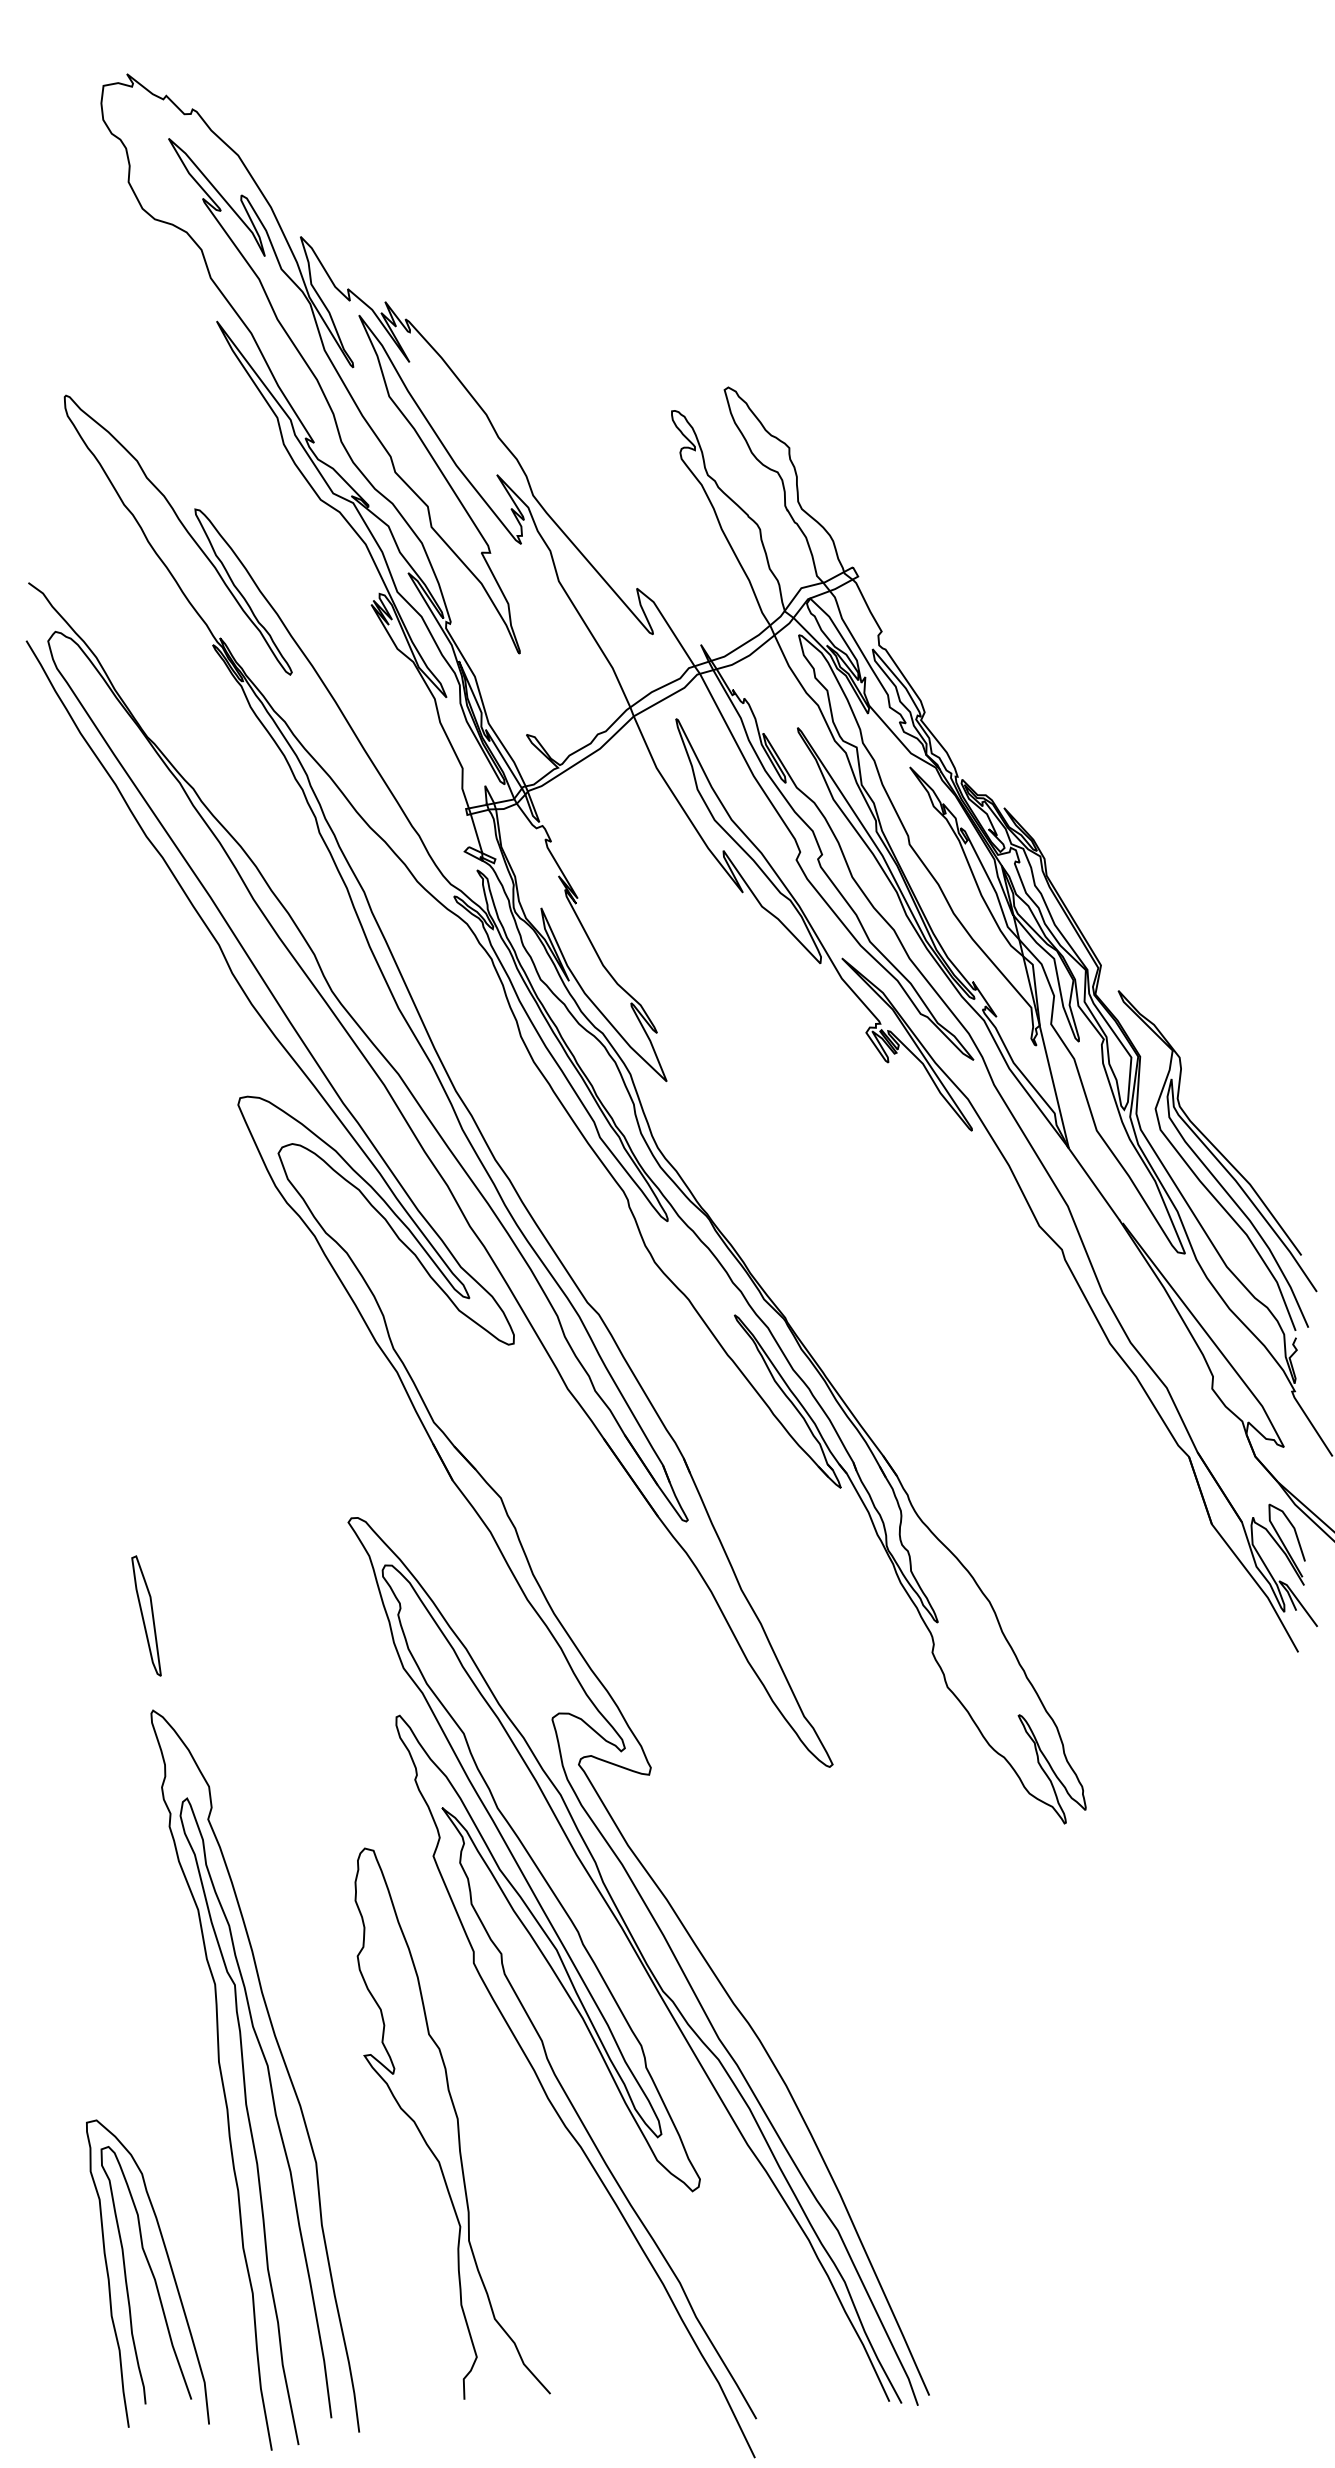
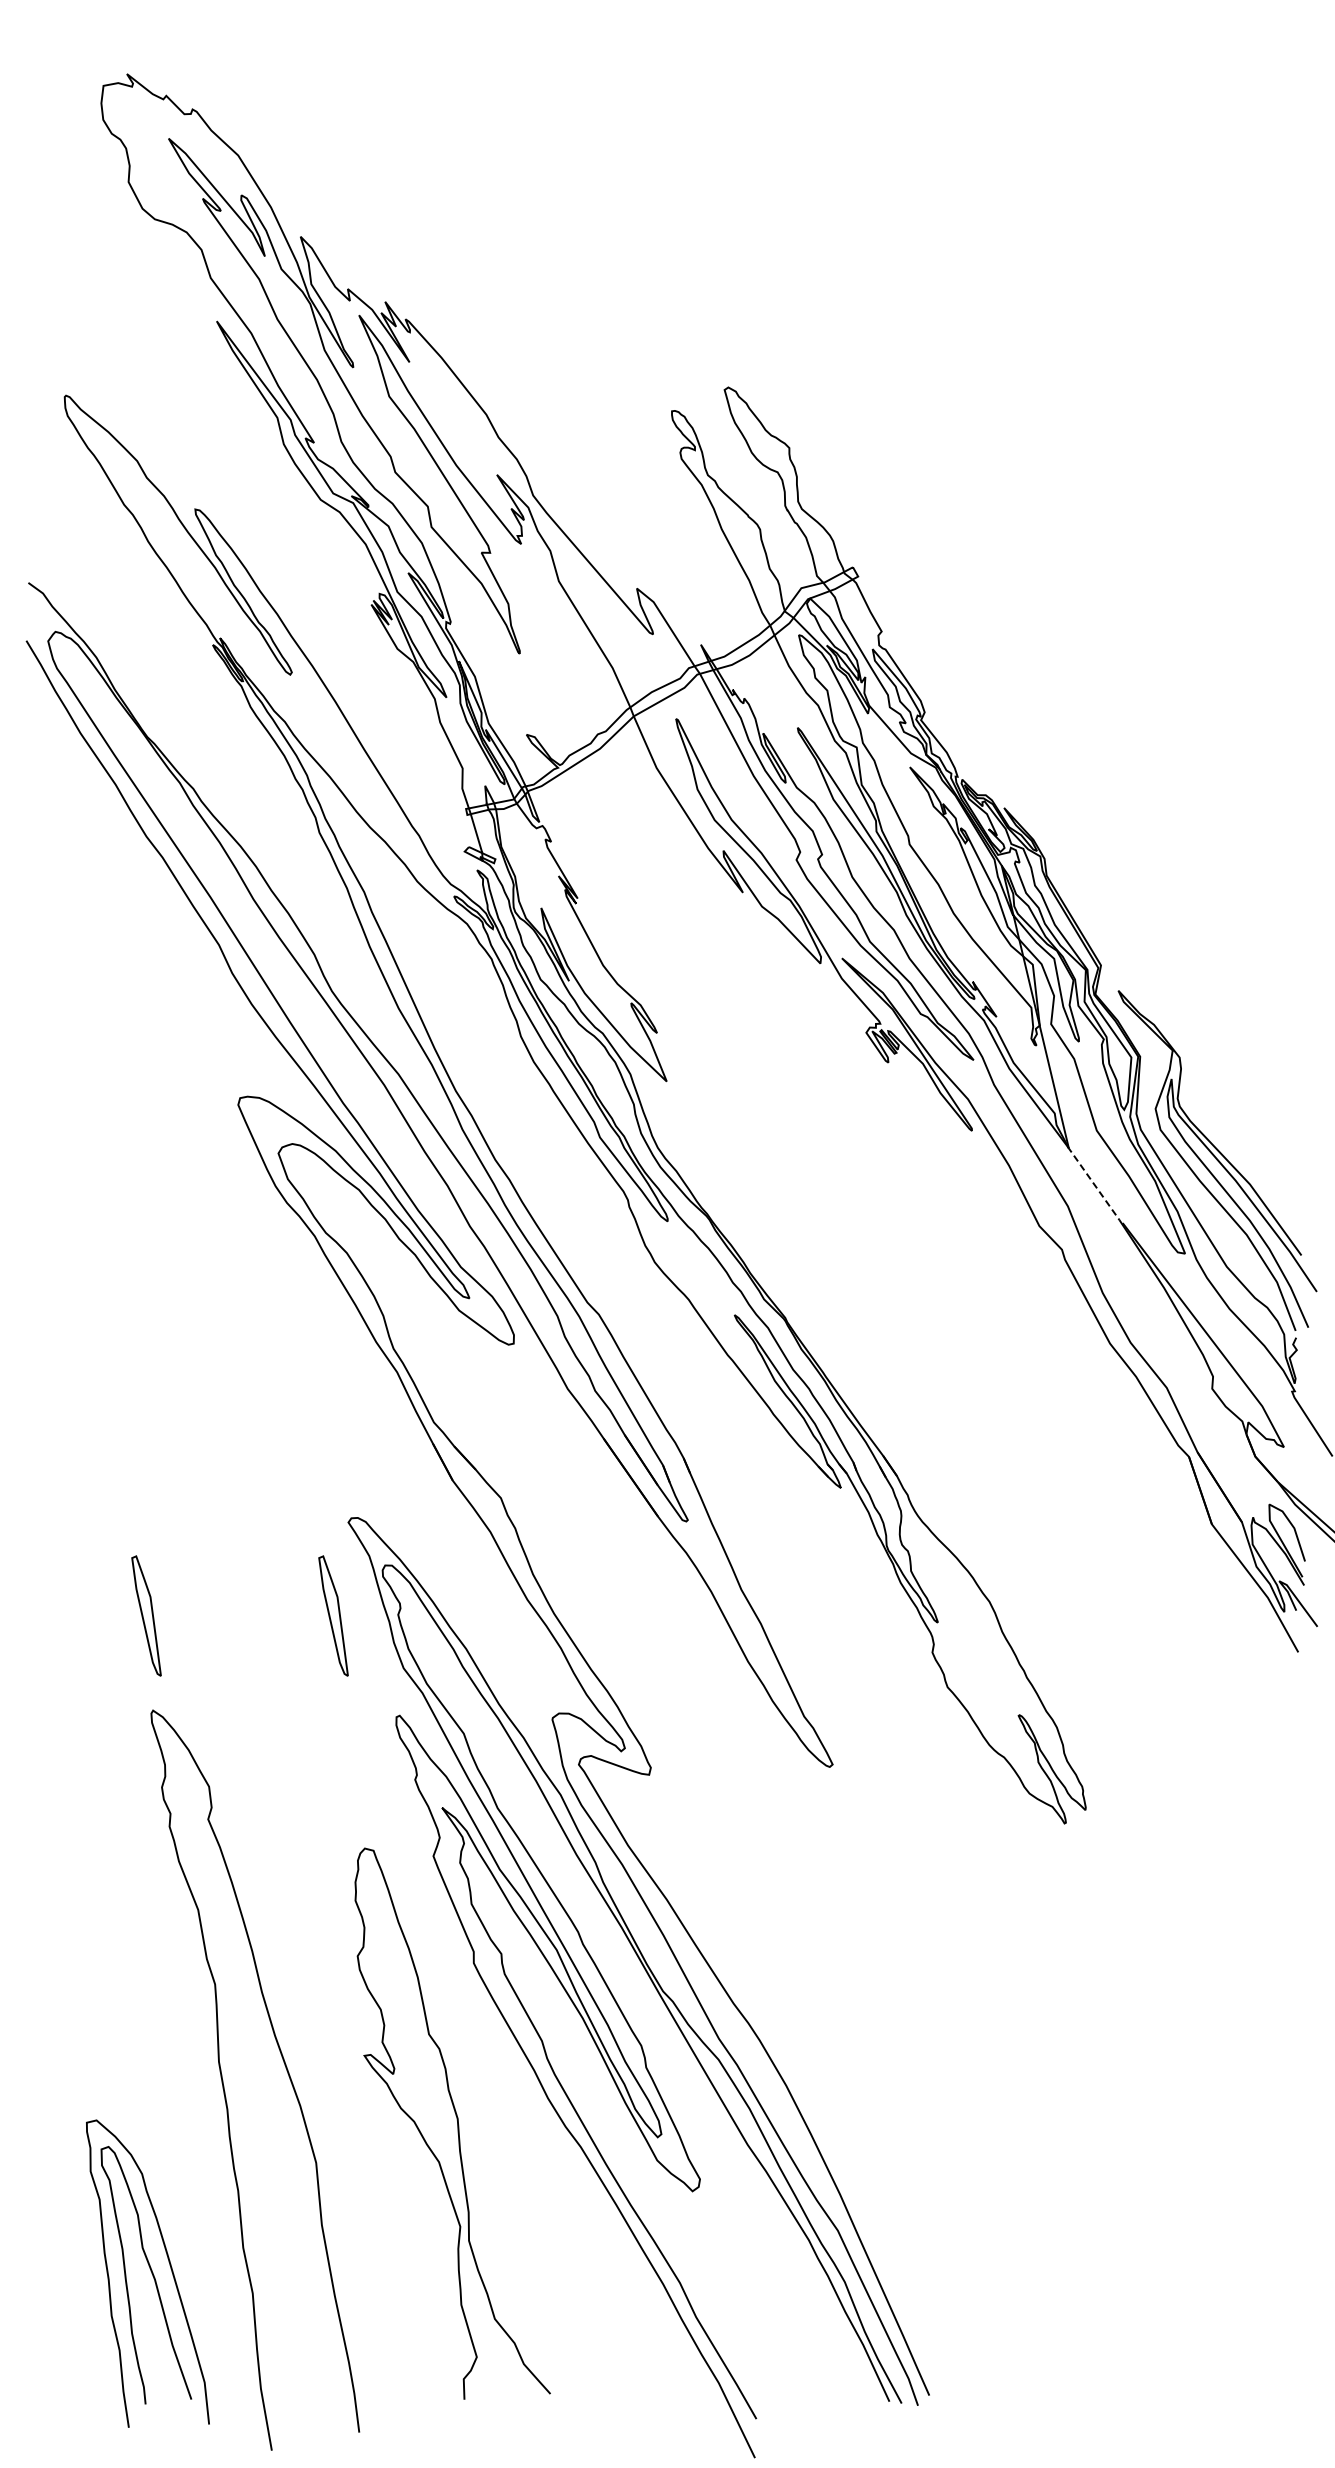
line at (1093, 1183): solid -> dashed
part at (333, 1615): none -> present
curve at (250, 2121): present -> none
